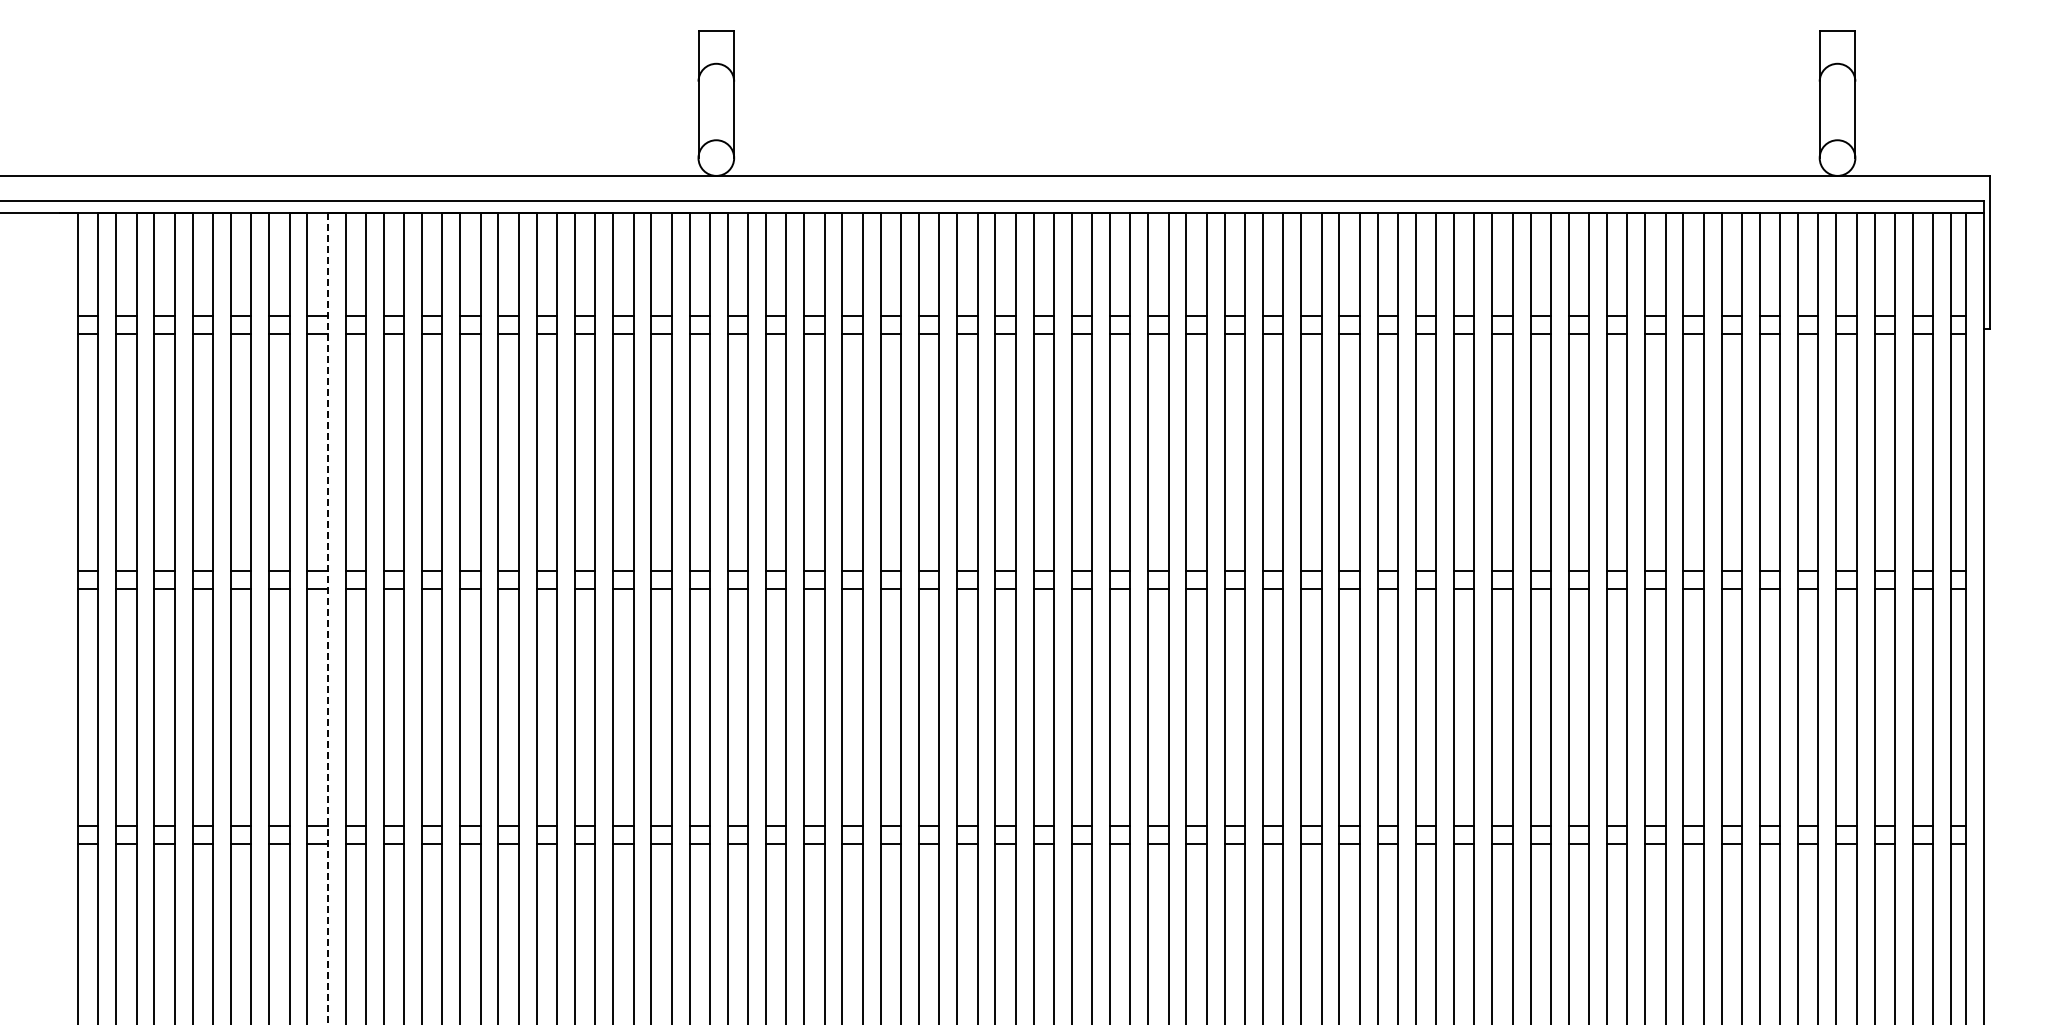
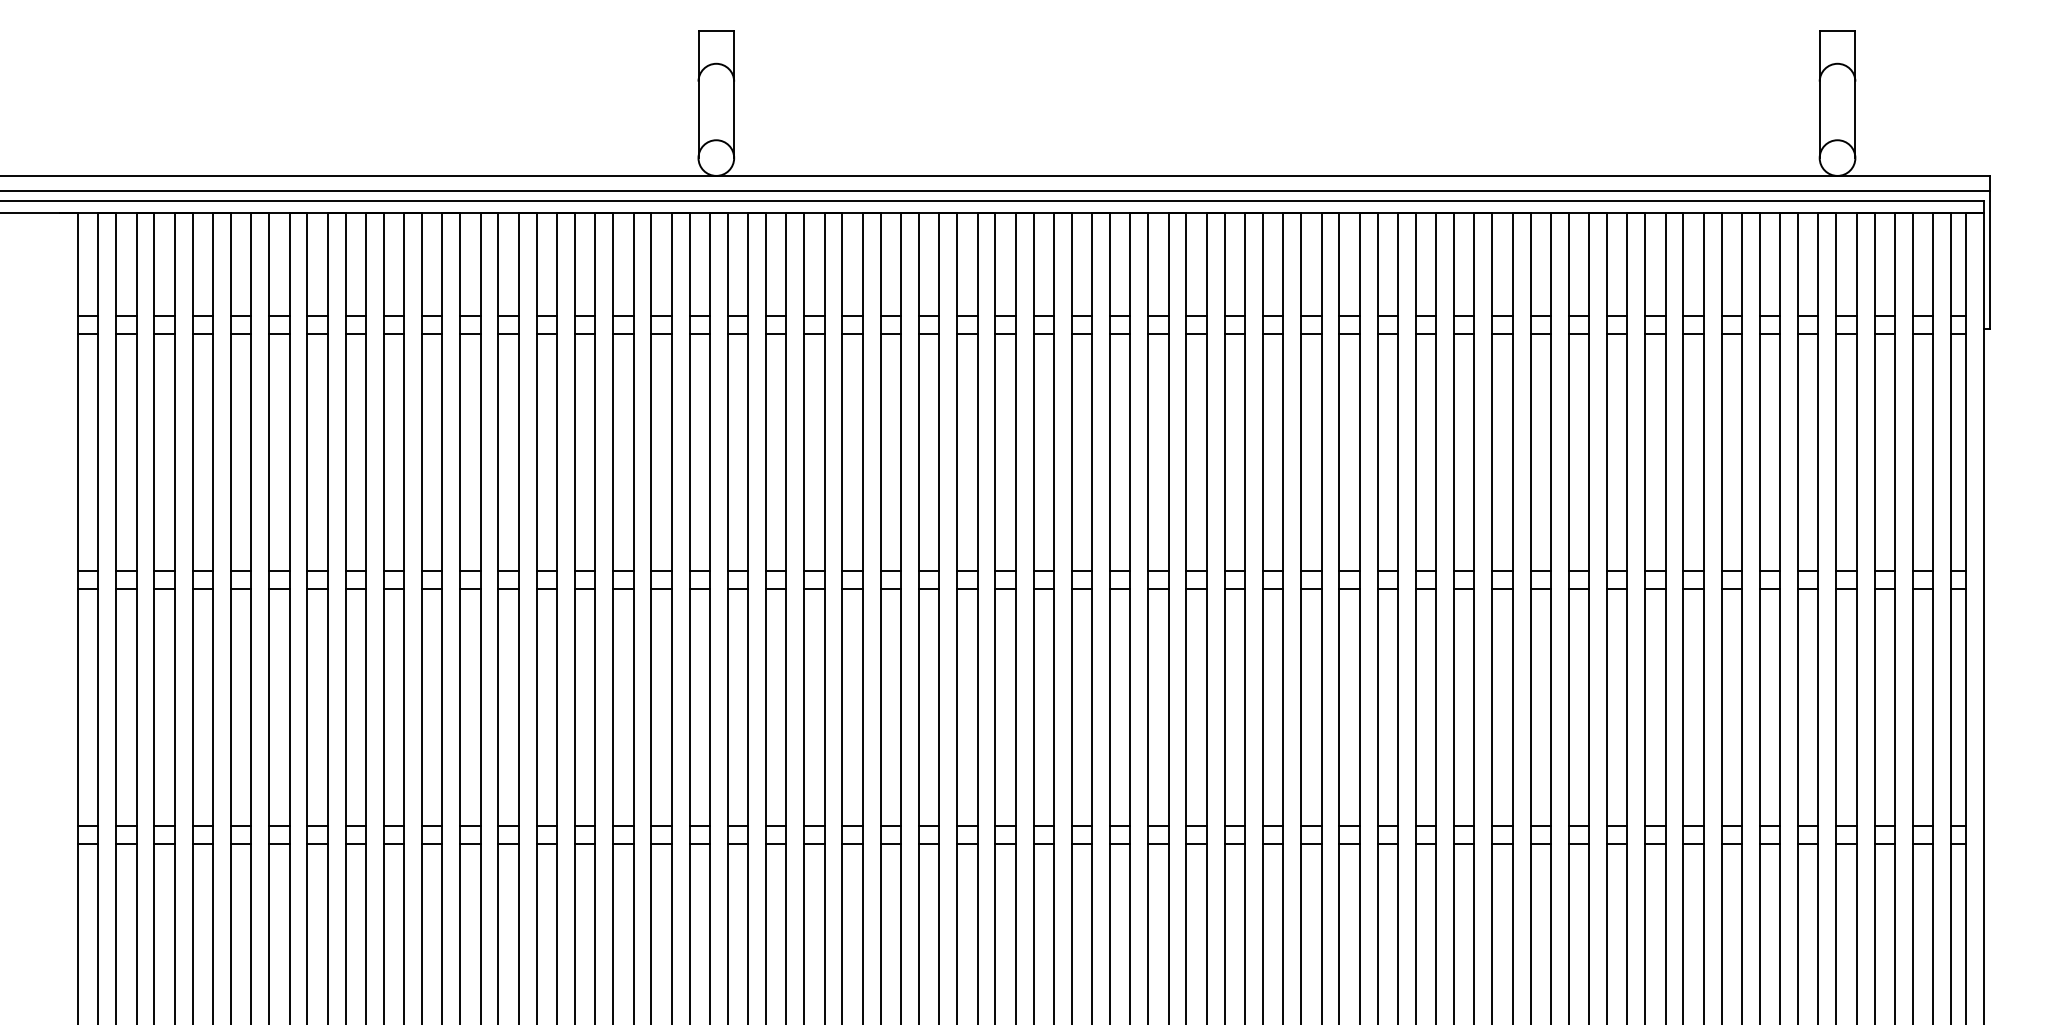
line at (996, 191): none -> present
line at (327, 618): dashed -> solid
